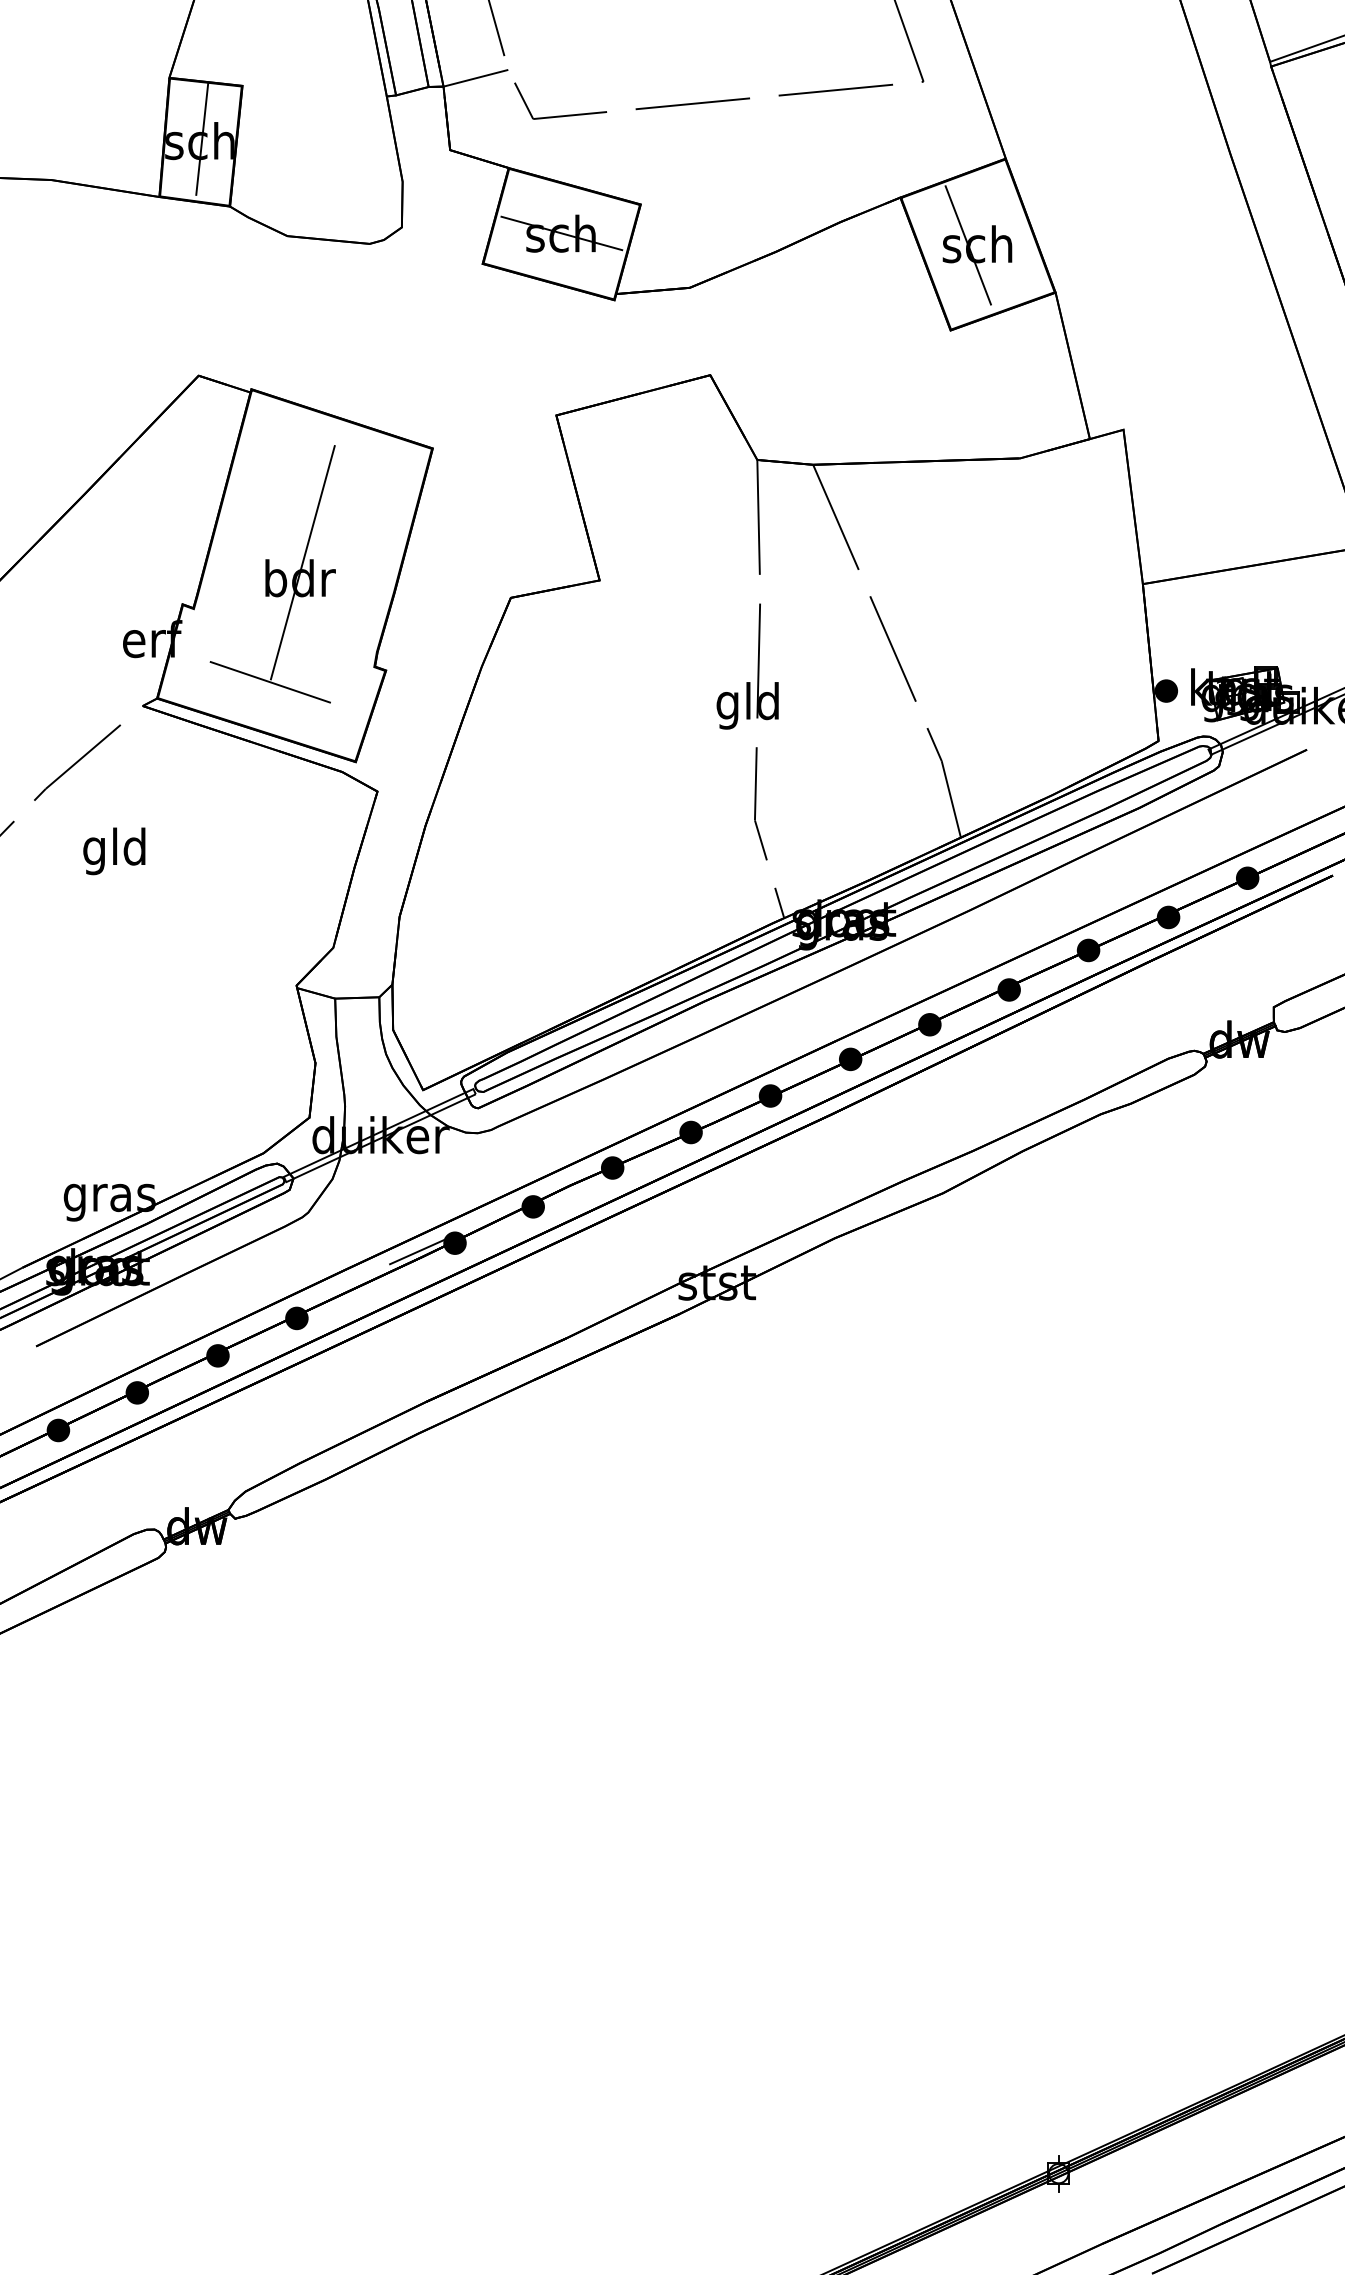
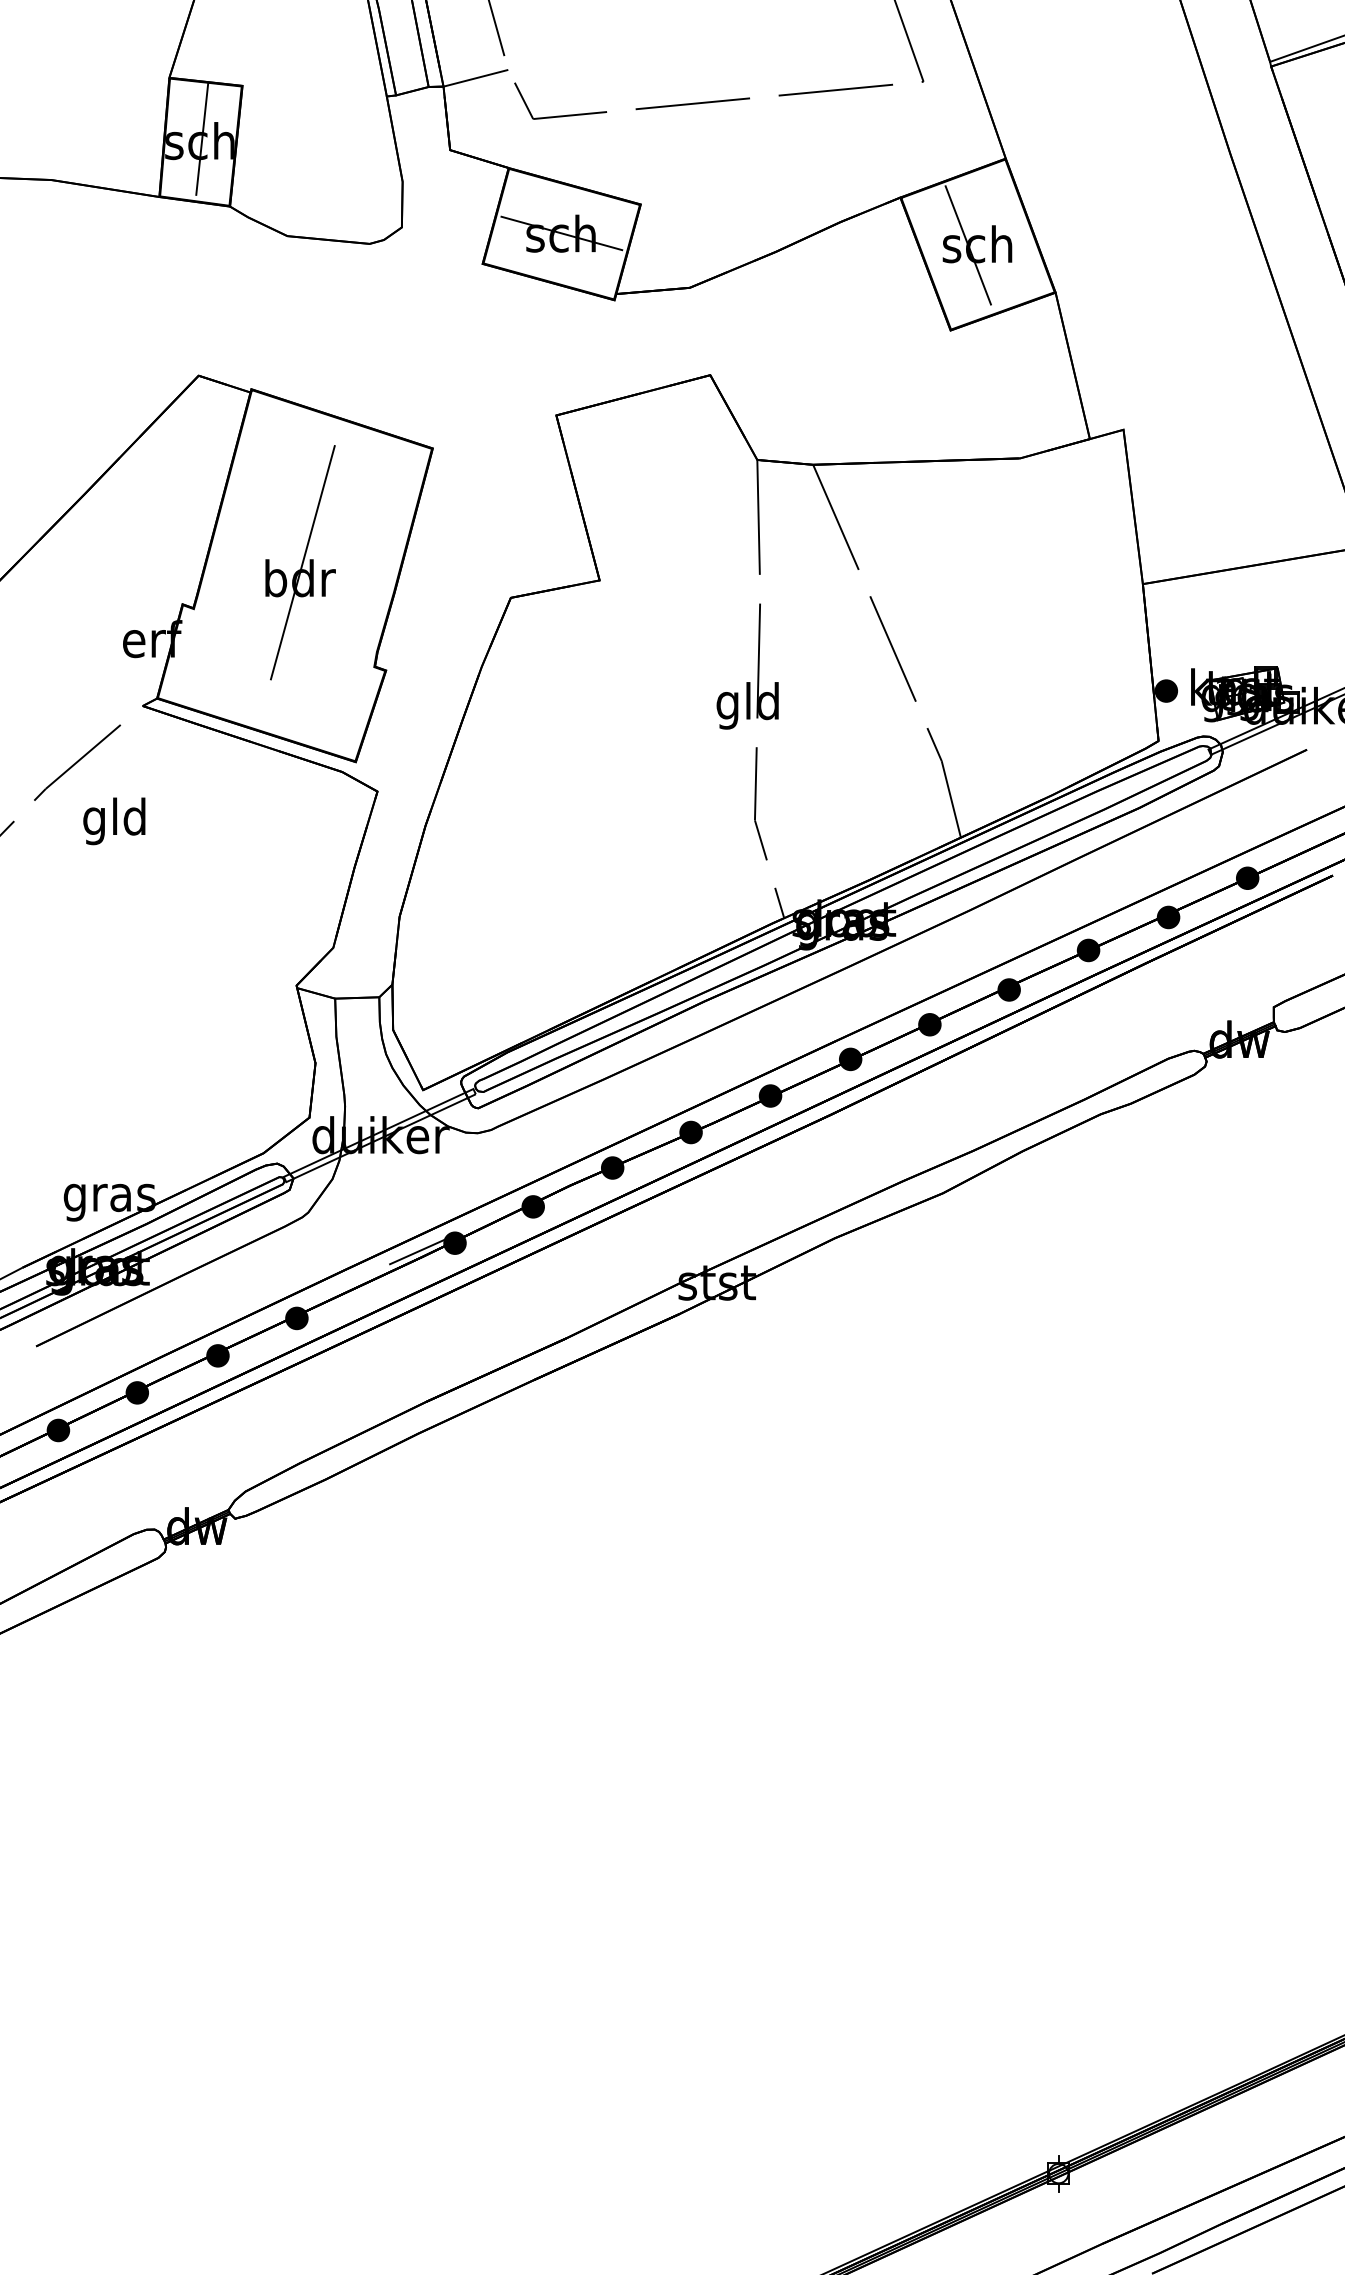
line at (270, 682): present -> none
text at (114, 851) position: (114, 851) -> (114, 821)
